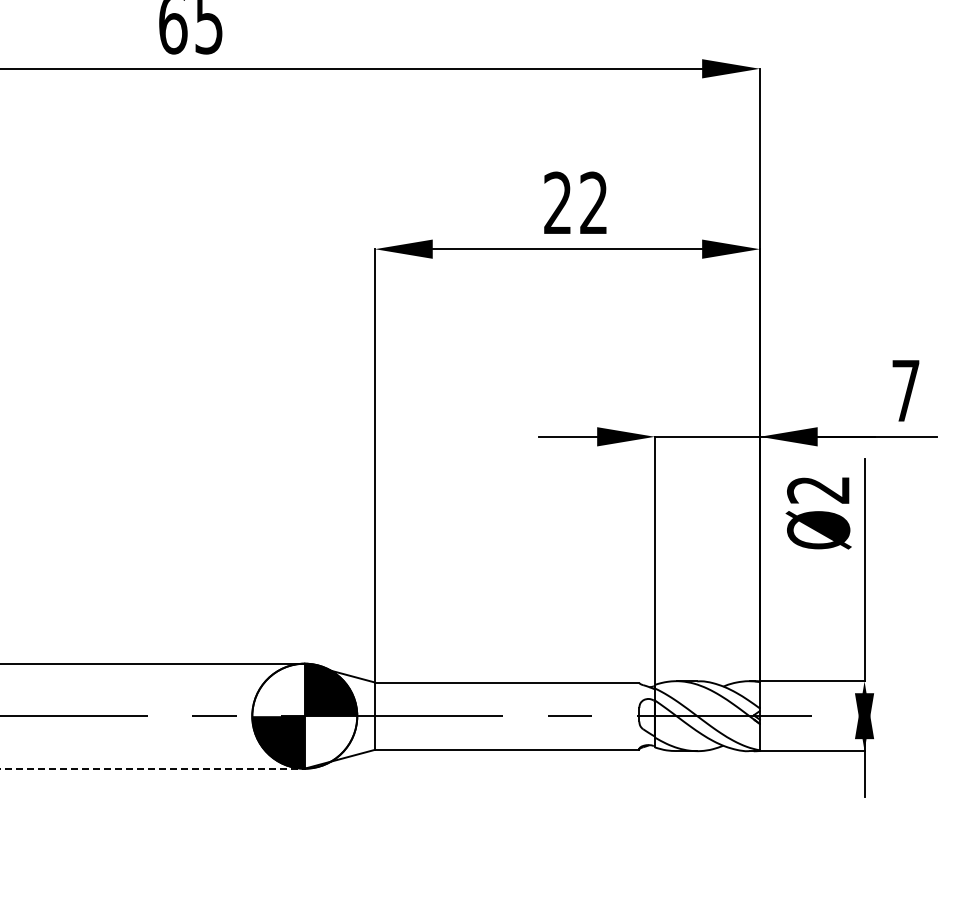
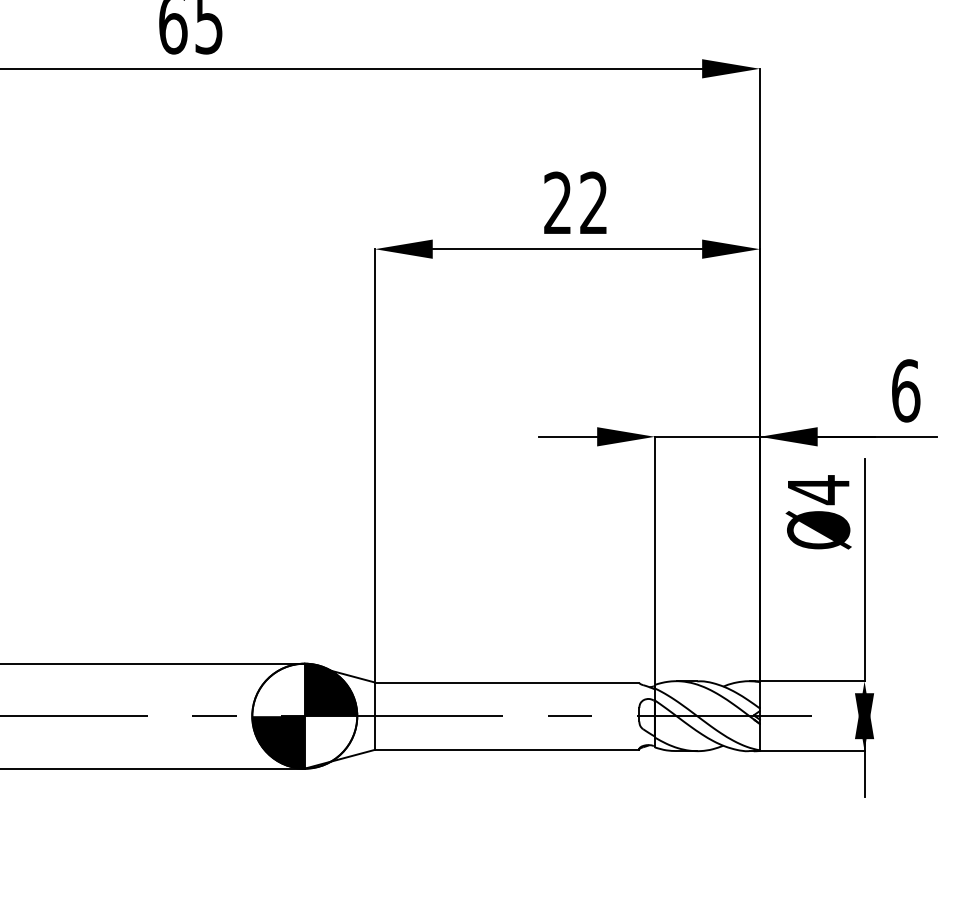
text at (906, 390): 7 -> 6
text at (818, 490): Ø2 -> Ø4
line at (152, 768): dashed -> solid
